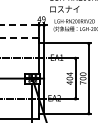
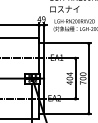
line at (19, 25): dashed -> solid
line at (19, 38): dashed -> solid
